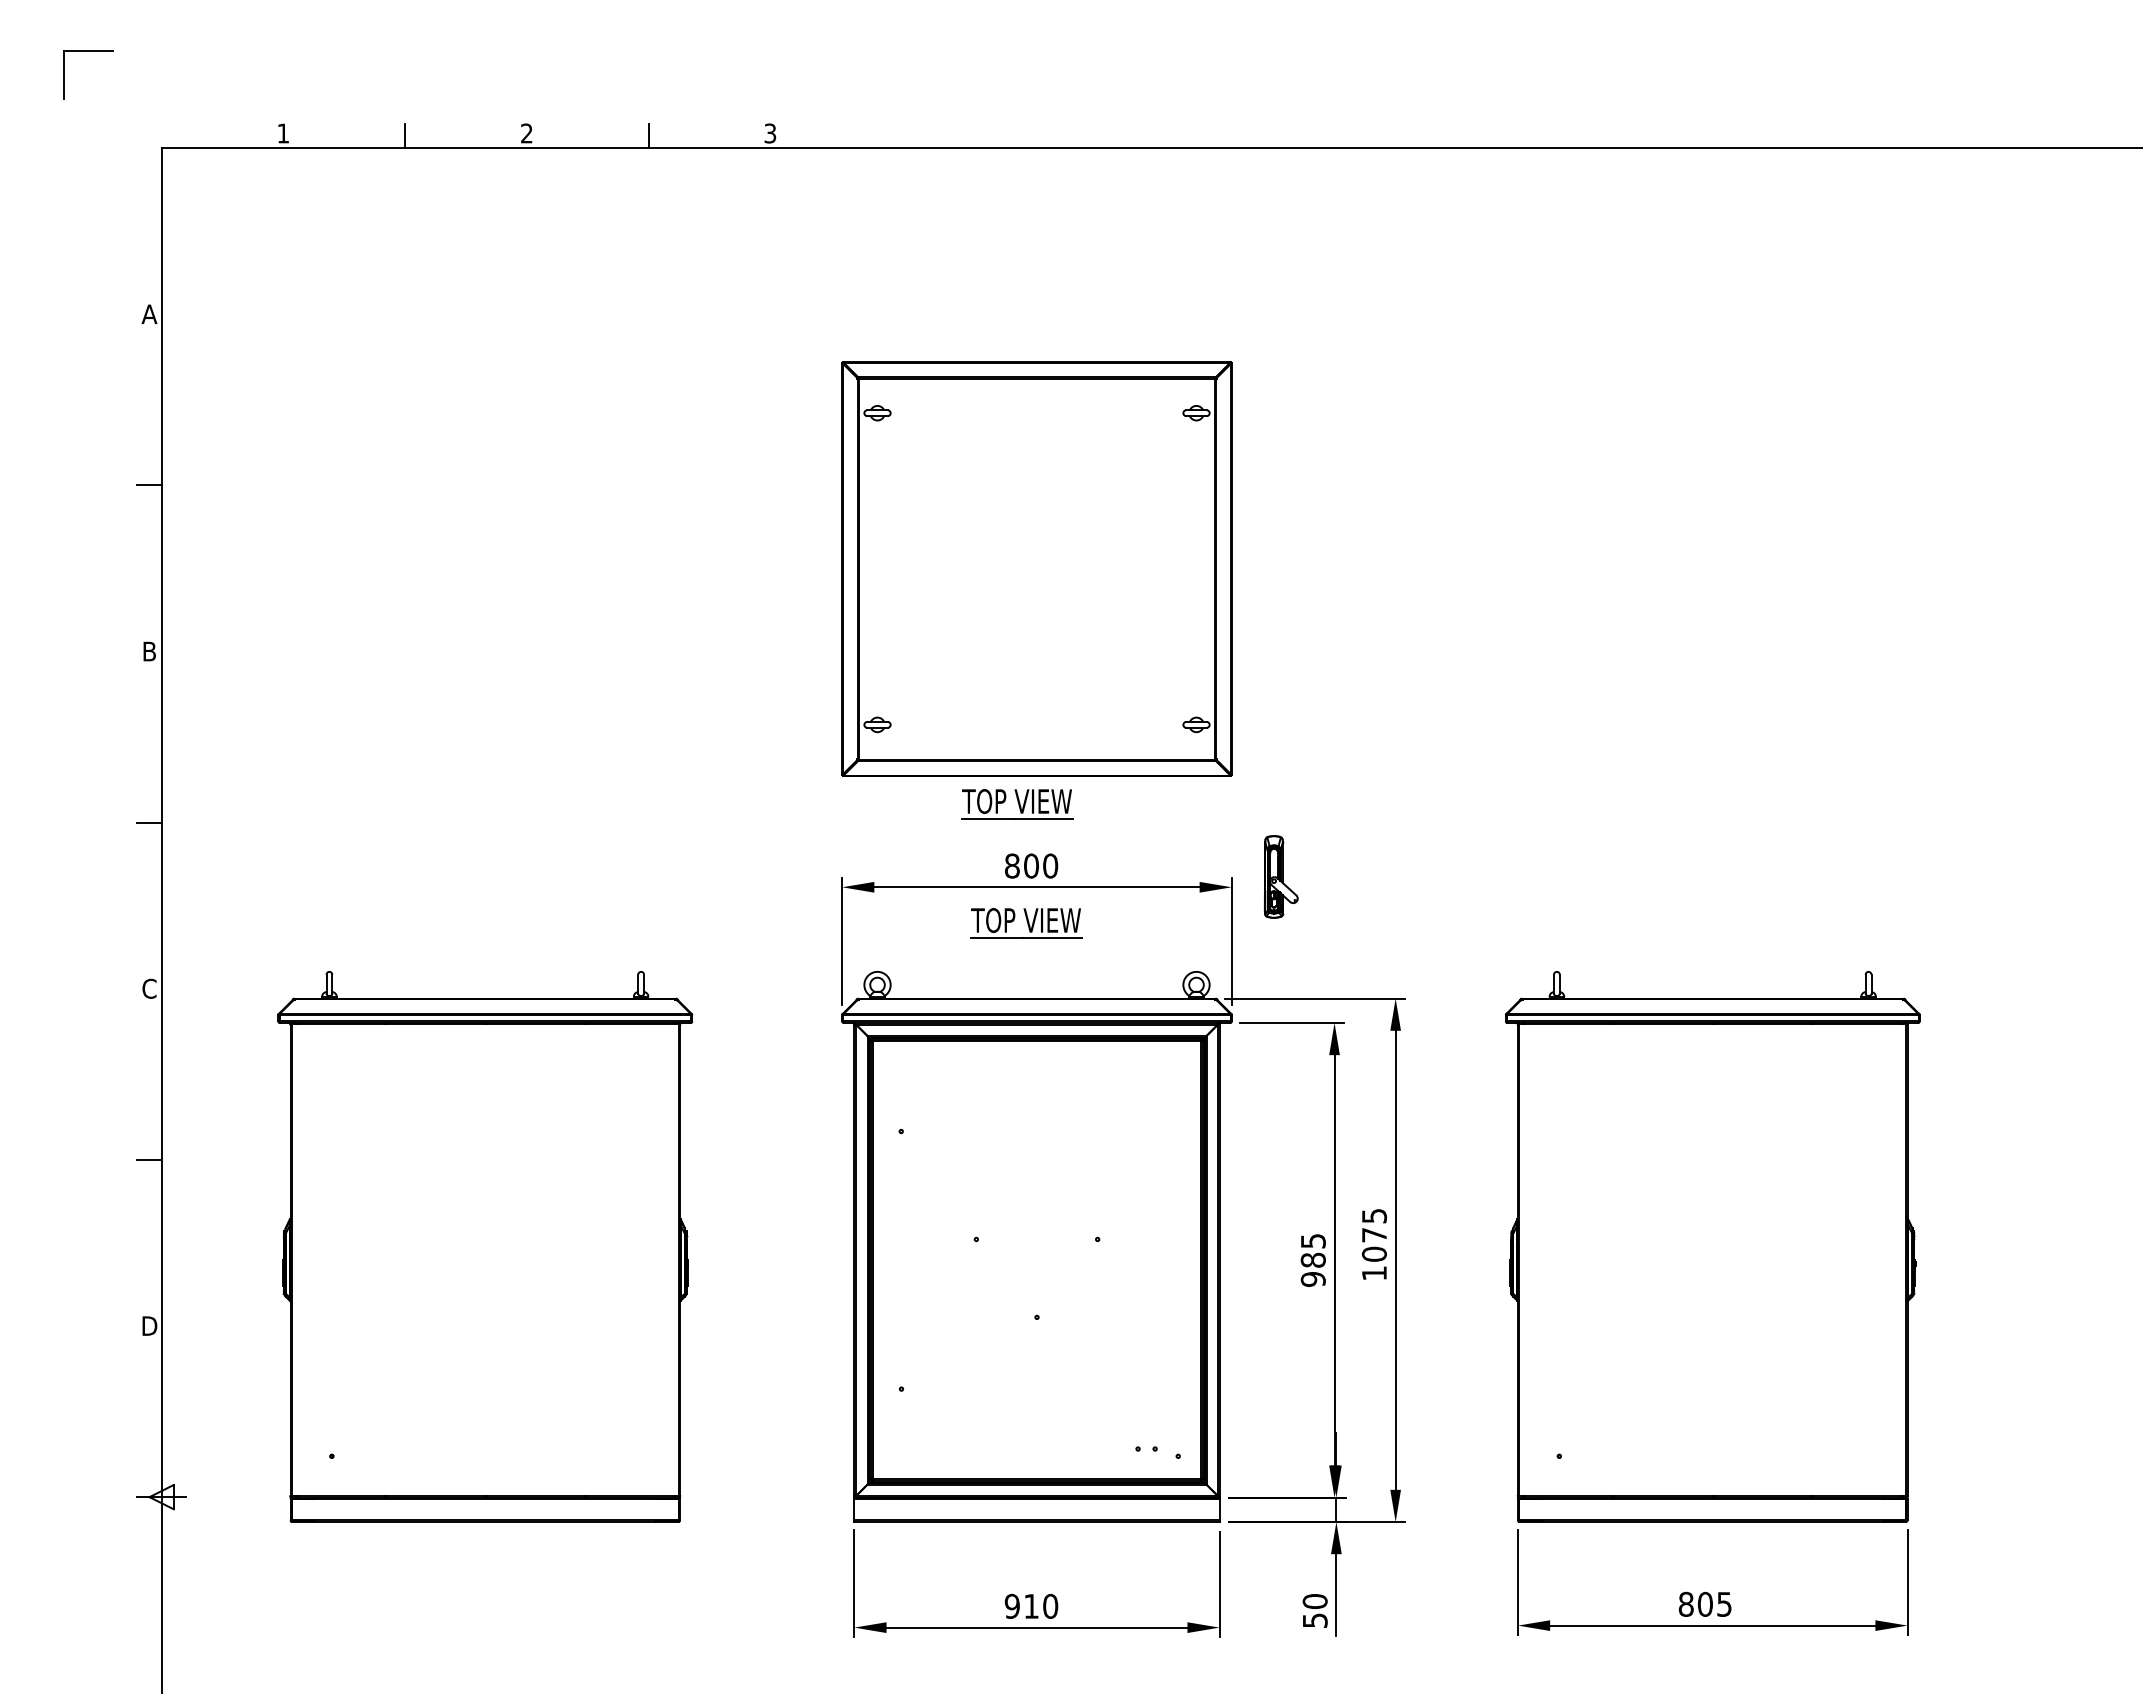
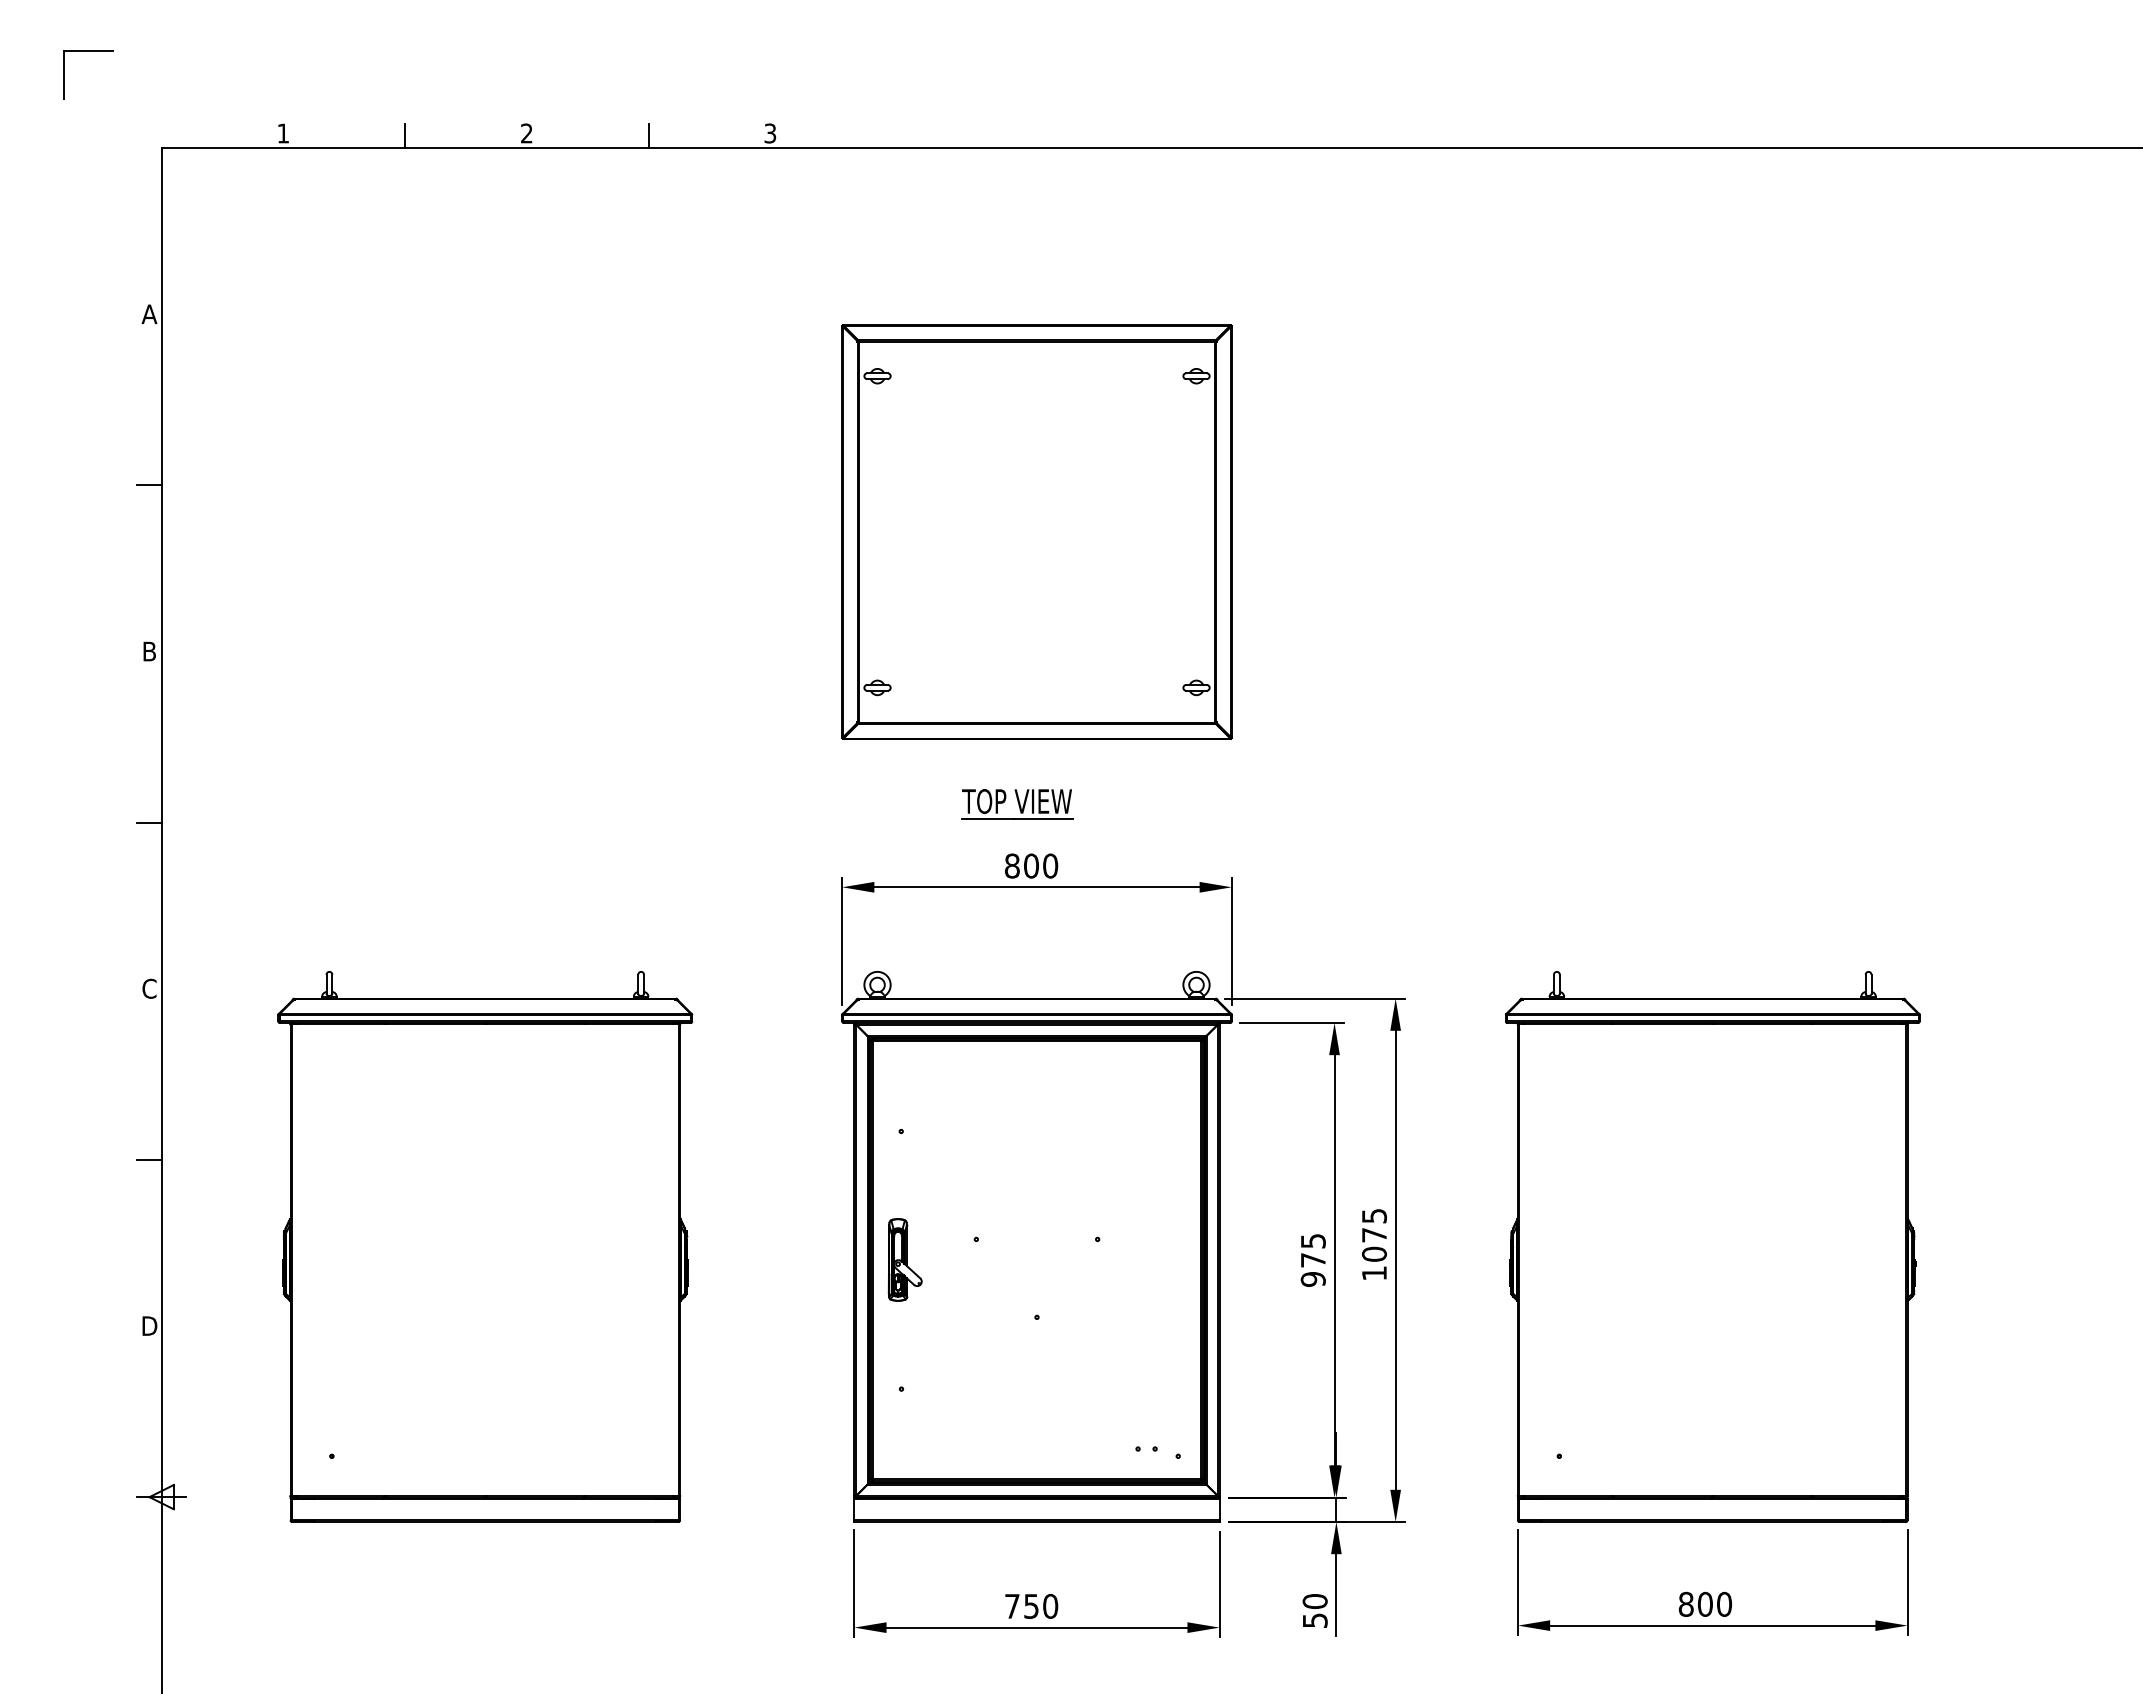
part at (1036, 568) position: (1036, 568) -> (1036, 531)
part at (1280, 876) position: (1280, 876) -> (904, 1259)
part at (1026, 923): present -> none
text at (1312, 1259): 985 -> 975
text at (1724, 1603): 805 -> 800
text at (1021, 1605): 910 -> 750
